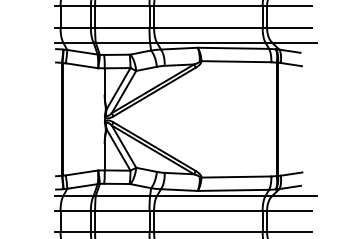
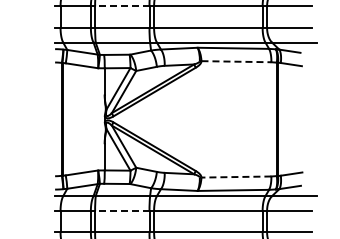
line at (121, 6): solid -> dashed
line at (236, 61): solid -> dashed
line at (236, 177): solid -> dashed
line at (121, 210): solid -> dashed
